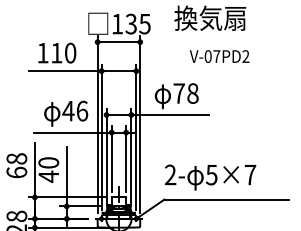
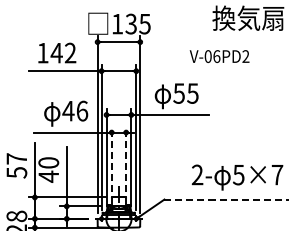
text at (210, 17) position: (210, 17) -> (248, 17)
text at (63, 52): 110 -> 142
text at (216, 56): V-07PD2 -> V-06PD2
text at (185, 93): 78 -> 55
line at (111, 159): solid -> dashed
line at (126, 159): solid -> dashed
text at (16, 165): 68 -> 57
text at (210, 177) position: (210, 177) -> (237, 177)
line at (227, 199): solid -> dashed
